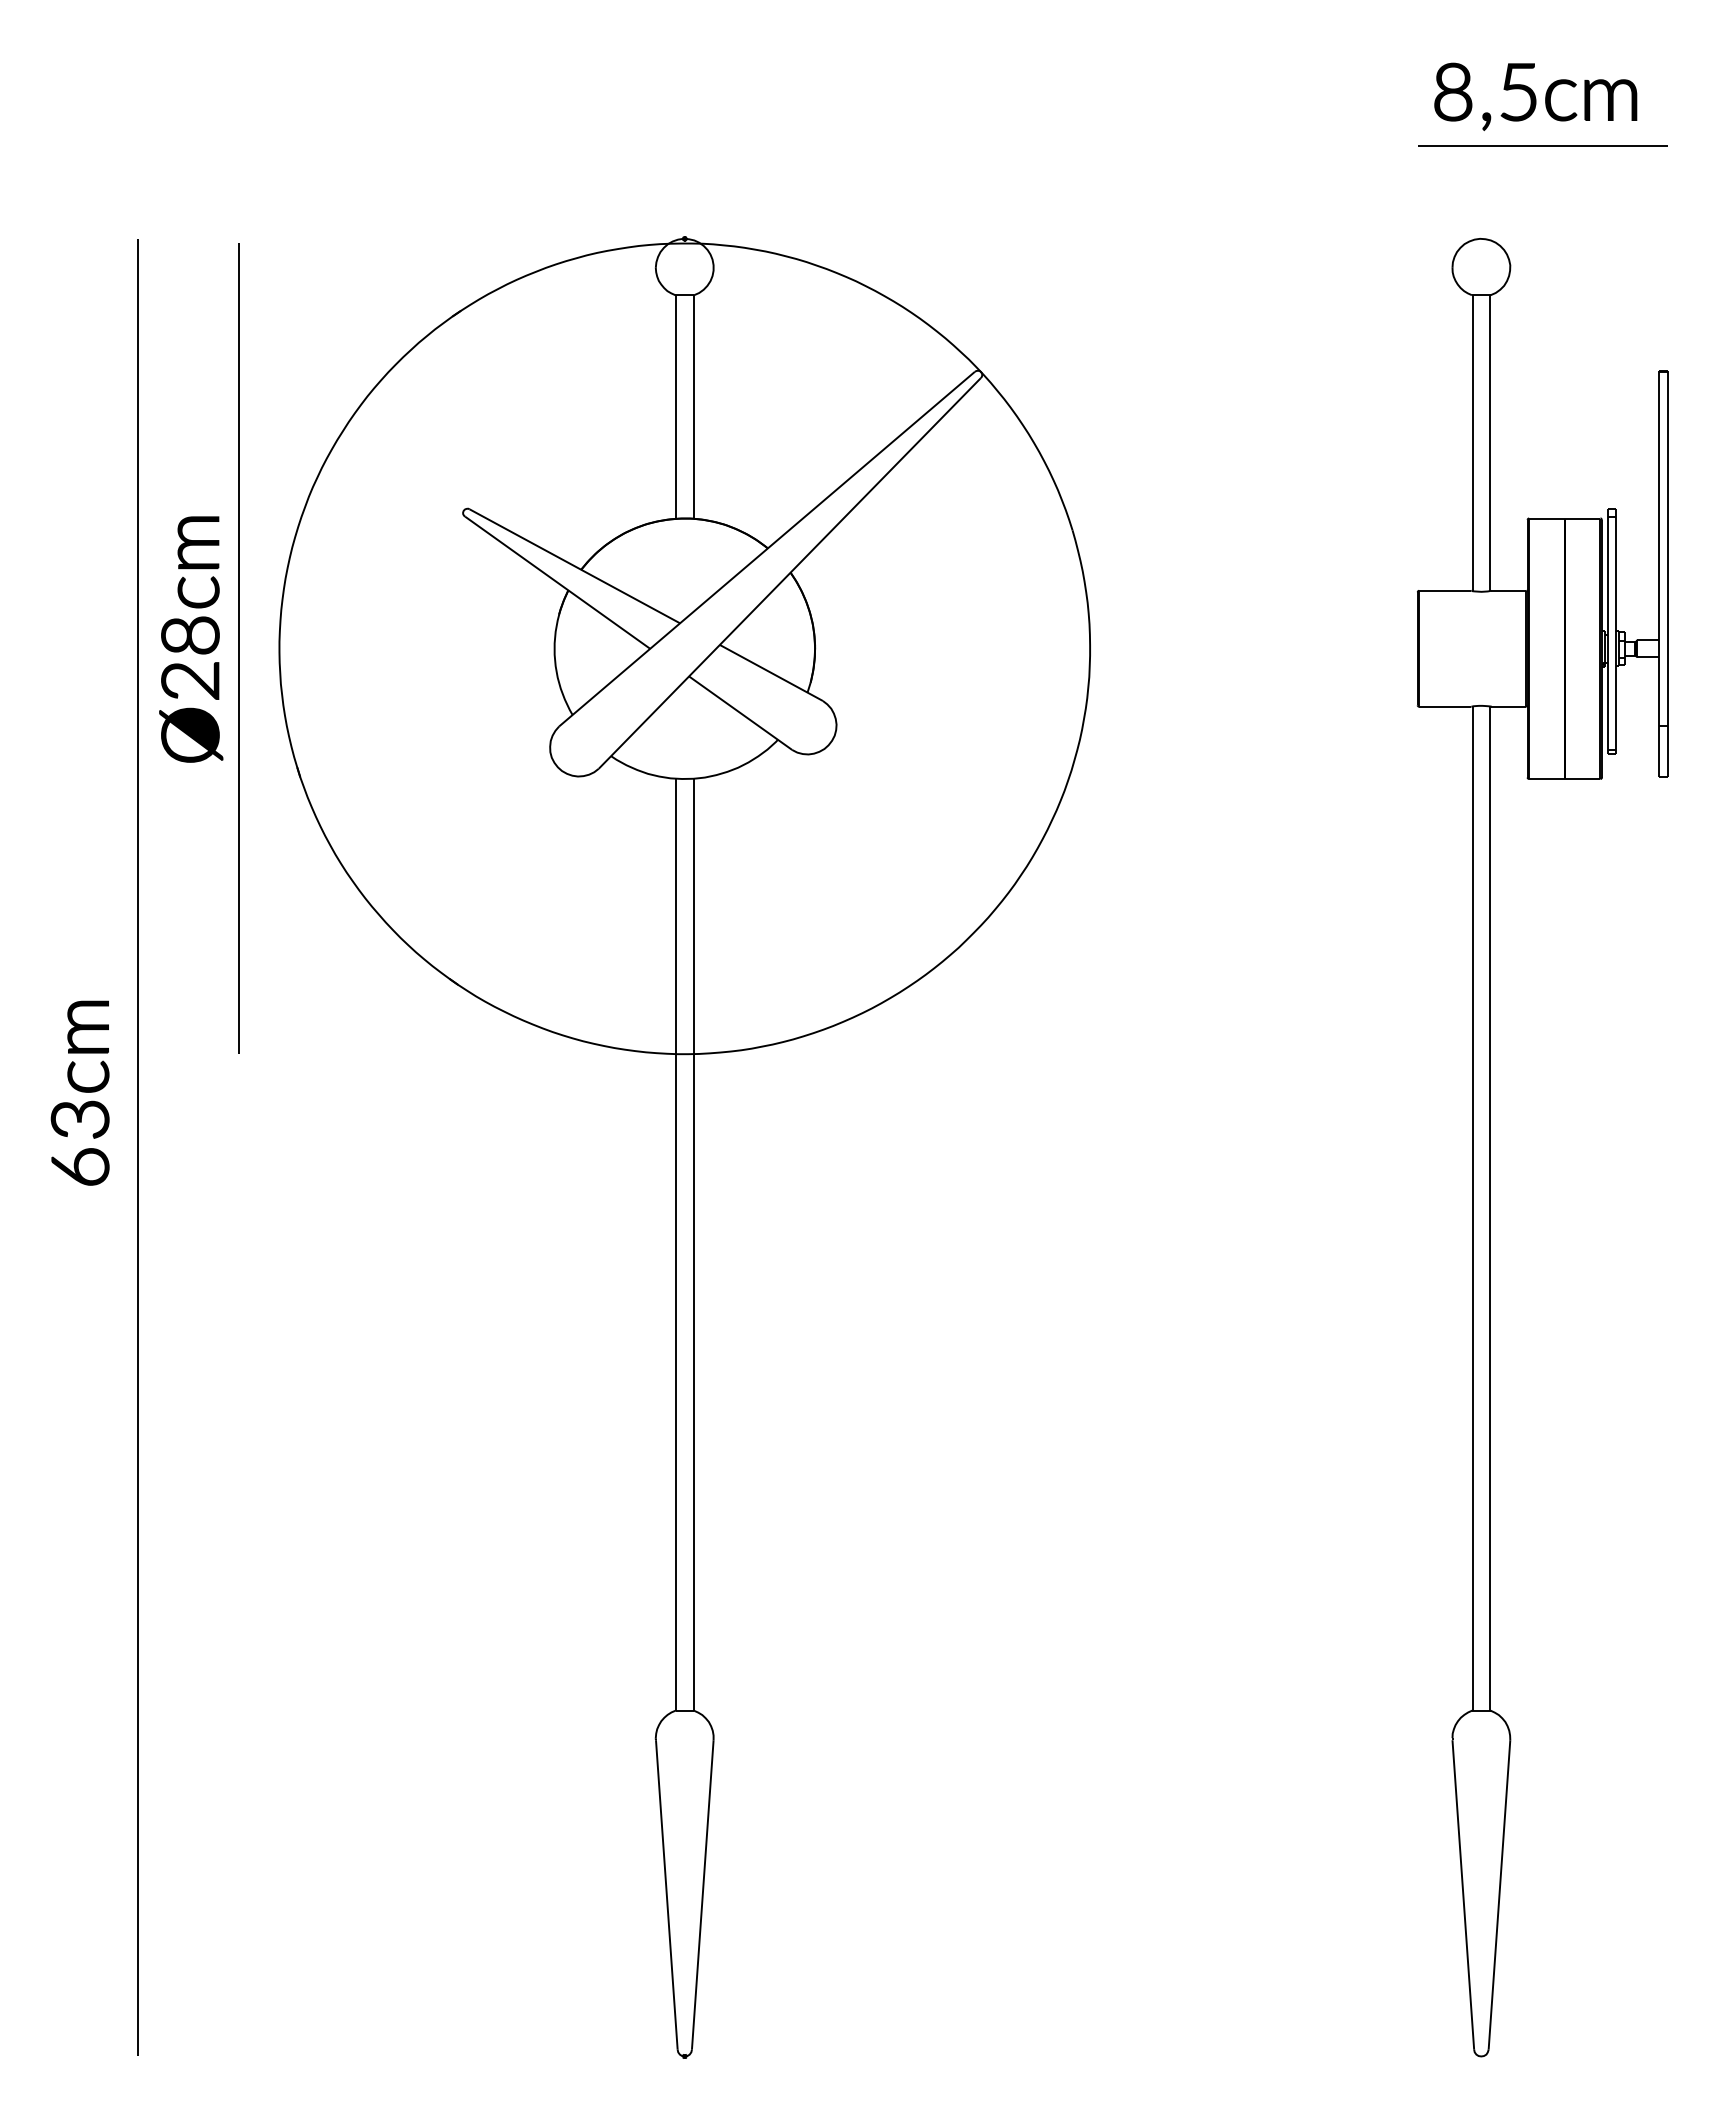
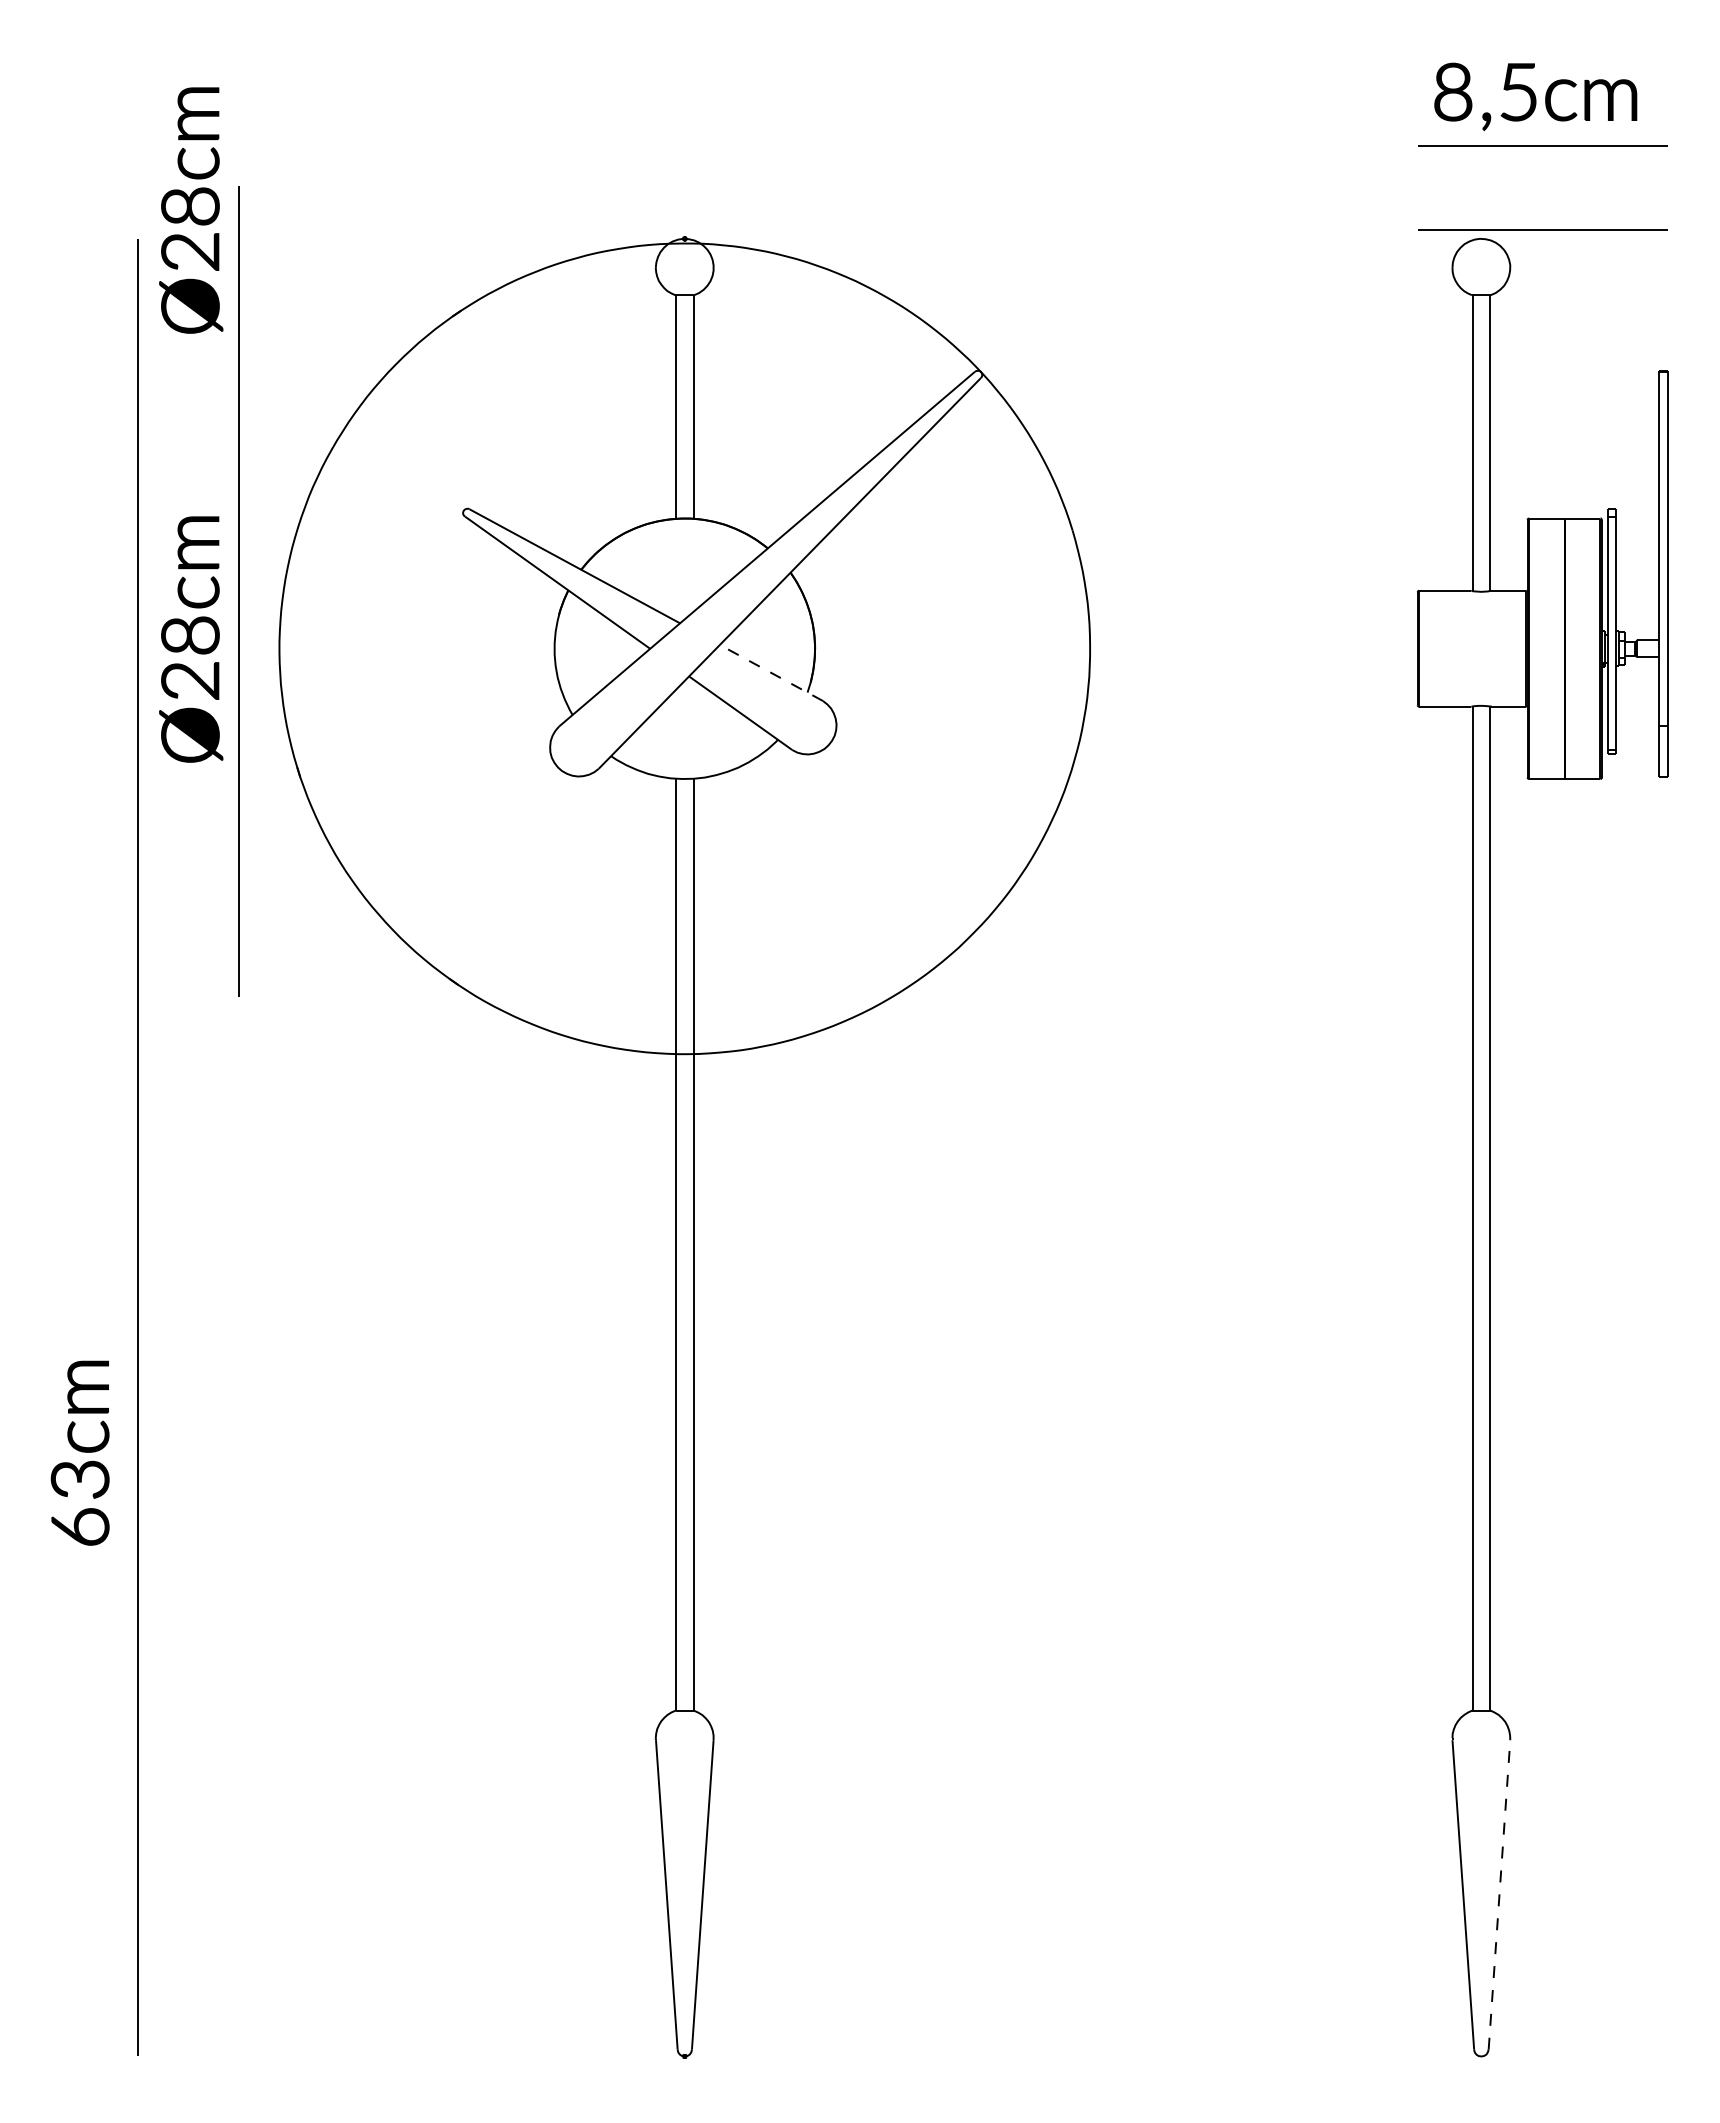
part at (191, 210): none -> present
line at (1542, 229): none -> present
line at (238, 648) position: (238, 648) -> (238, 591)
line at (771, 672): solid -> dashed
part at (79, 1092) position: (79, 1092) -> (79, 1452)
line at (1499, 1894): solid -> dashed
